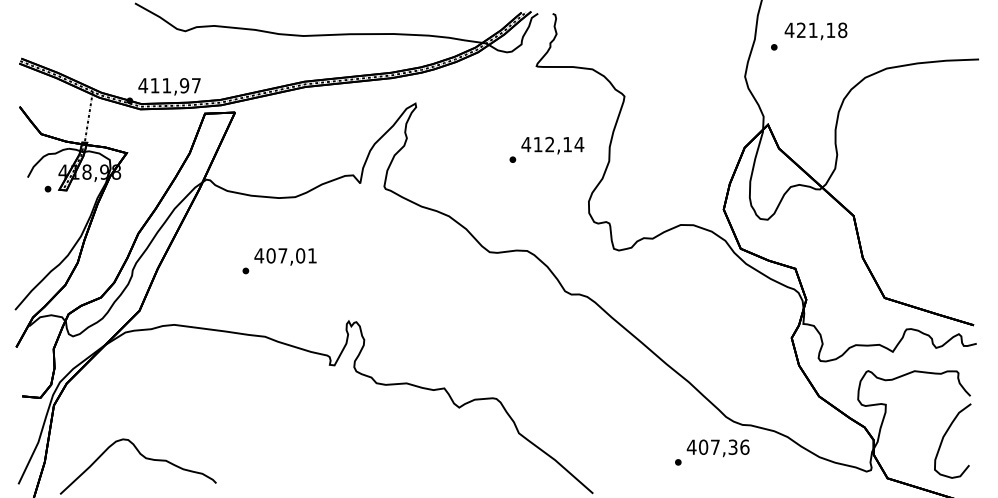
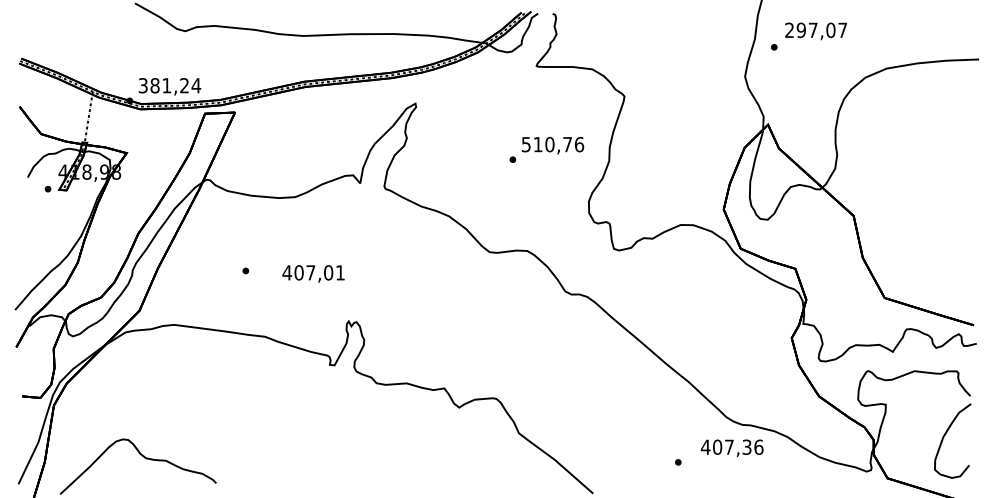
text at (815, 30): 421,18 -> 297,07
text at (169, 85): 411,97 -> 381,24
text at (552, 144): 412,14 -> 510,76
text at (285, 256) position: (285, 256) -> (313, 273)
text at (717, 448) position: (717, 448) -> (731, 448)
